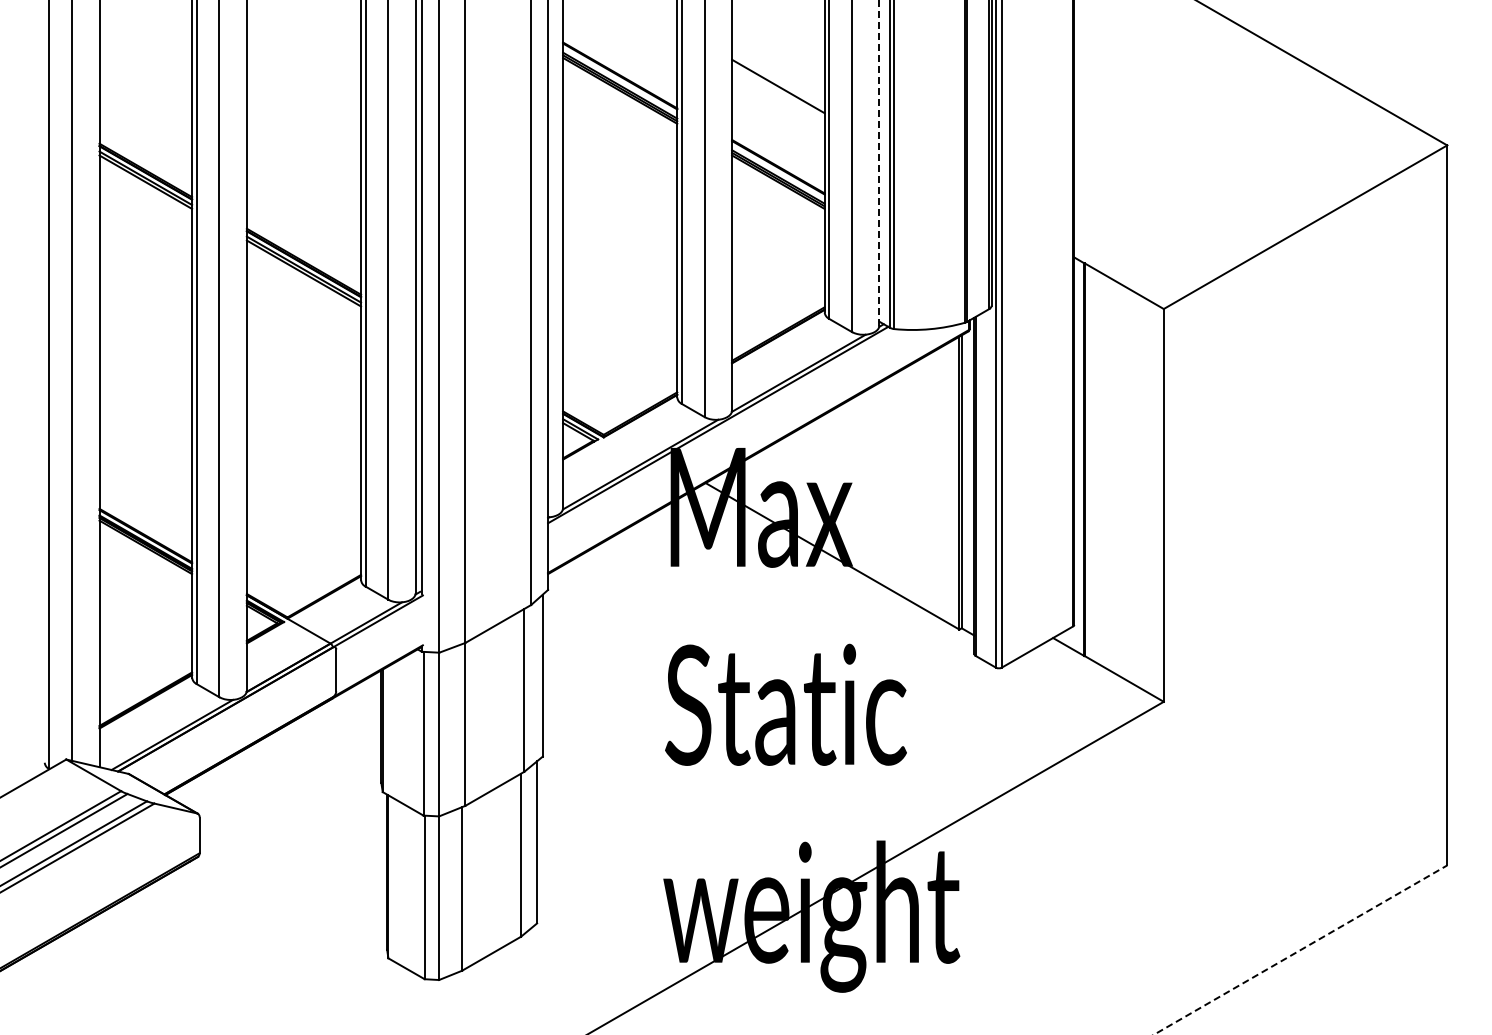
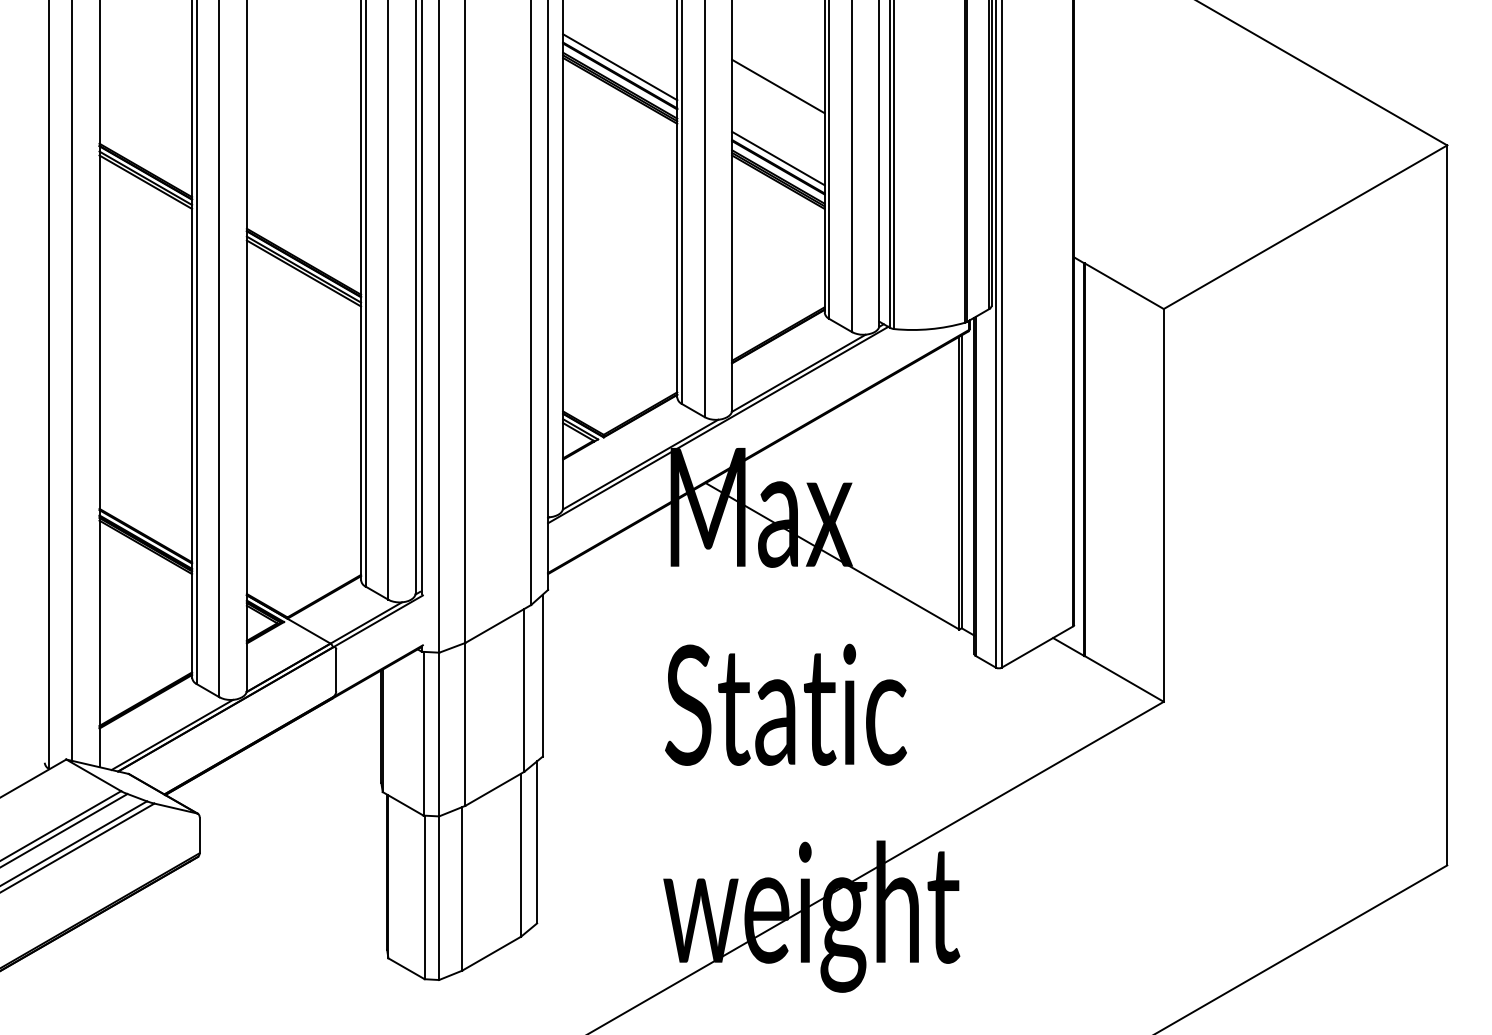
line at (620, 67): none -> present
line at (778, 158): none -> present
line at (879, 162): dashed -> solid
line at (1300, 949): dashed -> solid
